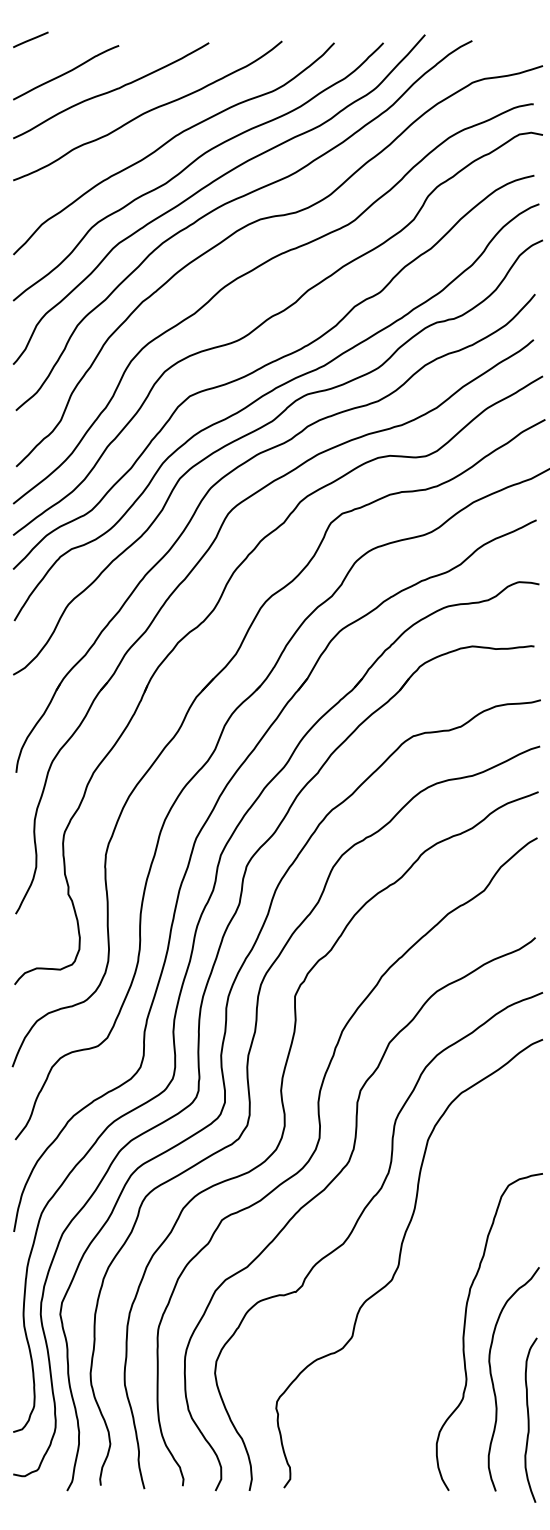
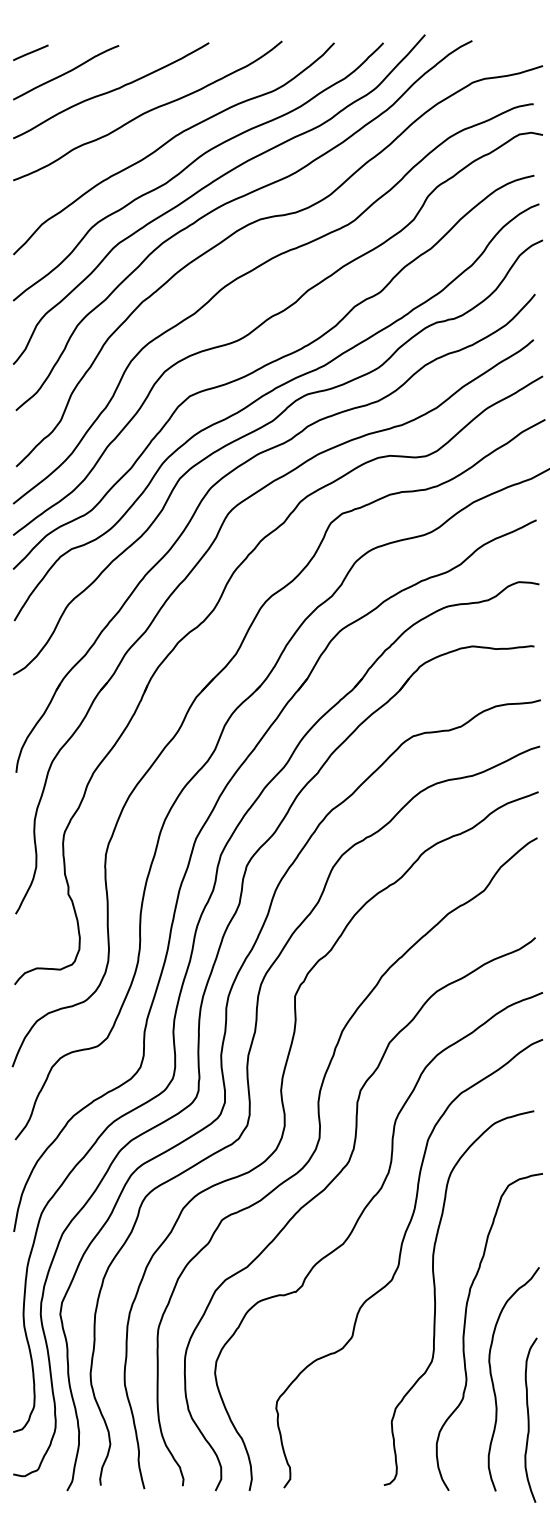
line at (30, 39) position: (30, 39) -> (30, 52)
curve at (435, 1297): none -> present
